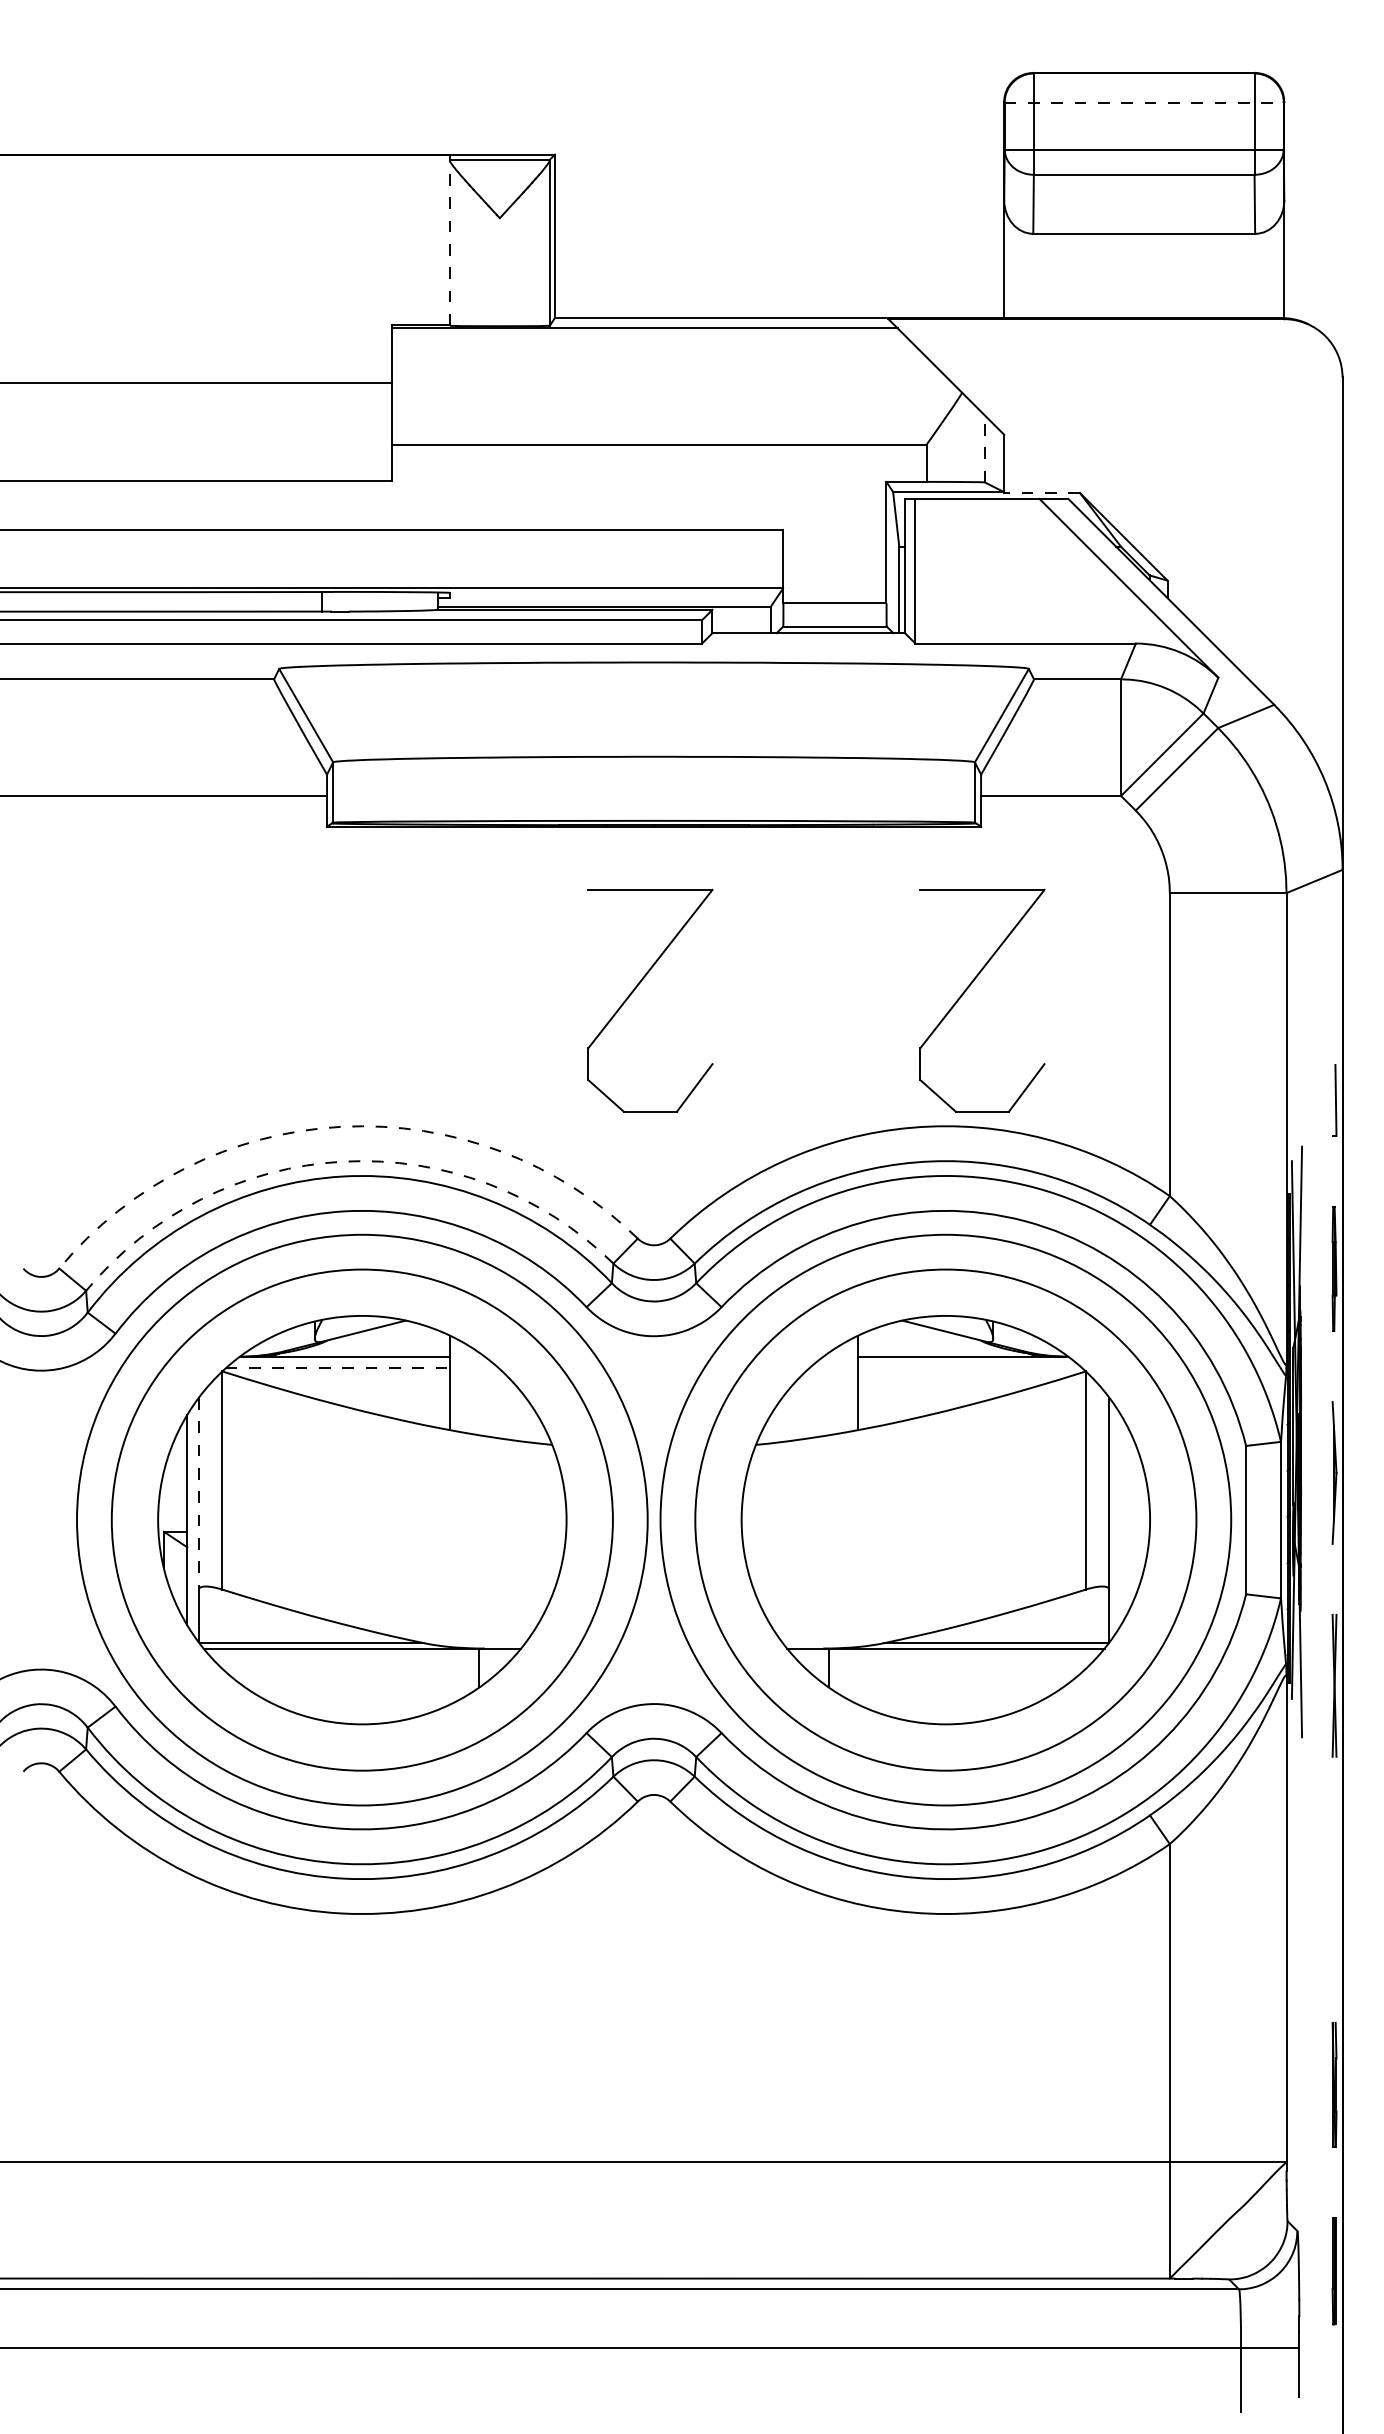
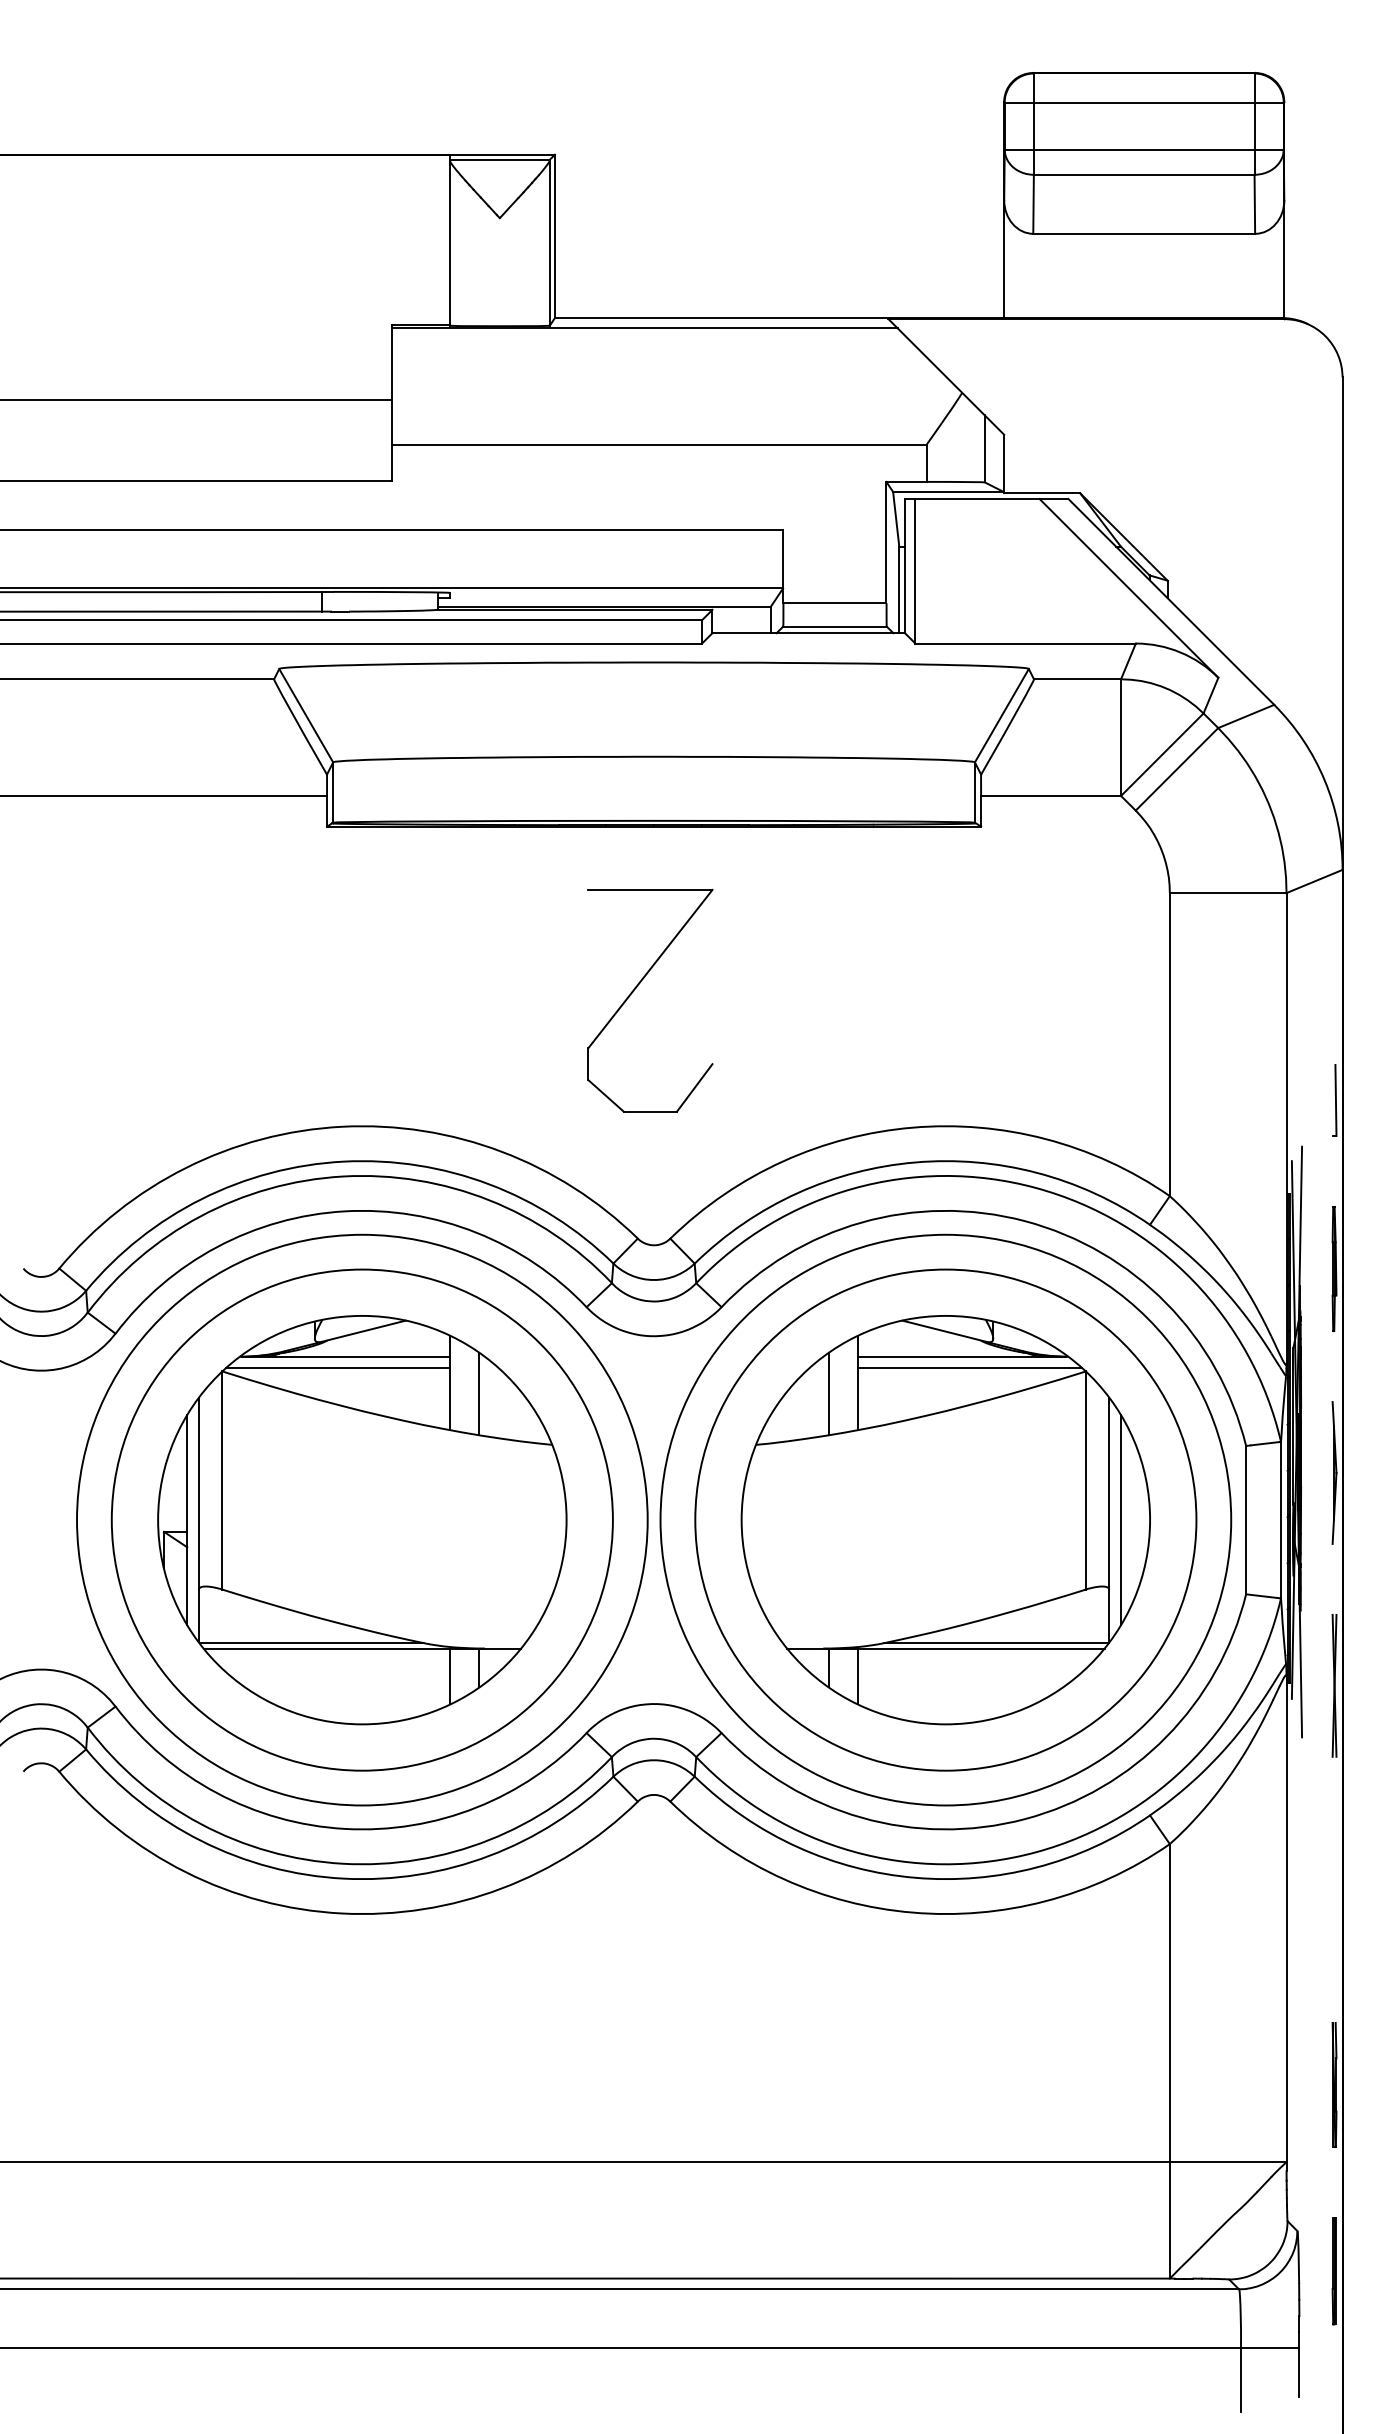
line at (1144, 102): dashed -> solid
line at (449, 240): dashed -> solid
line at (196, 382) position: (196, 382) -> (196, 399)
line at (984, 448): dashed -> solid
line at (1042, 493): dashed -> solid
part at (966, 991): present -> none
arc at (342, 1126): dashed -> solid
arc at (343, 1161): dashed -> solid
line at (338, 1368): dashed -> solid
line at (970, 1368): none -> present
line at (479, 1393): none -> present
line at (829, 1393): none -> present
line at (198, 1493): dashed -> solid
line at (1120, 1520): none -> present
line at (449, 1676): none -> present
line at (858, 1676): none -> present
